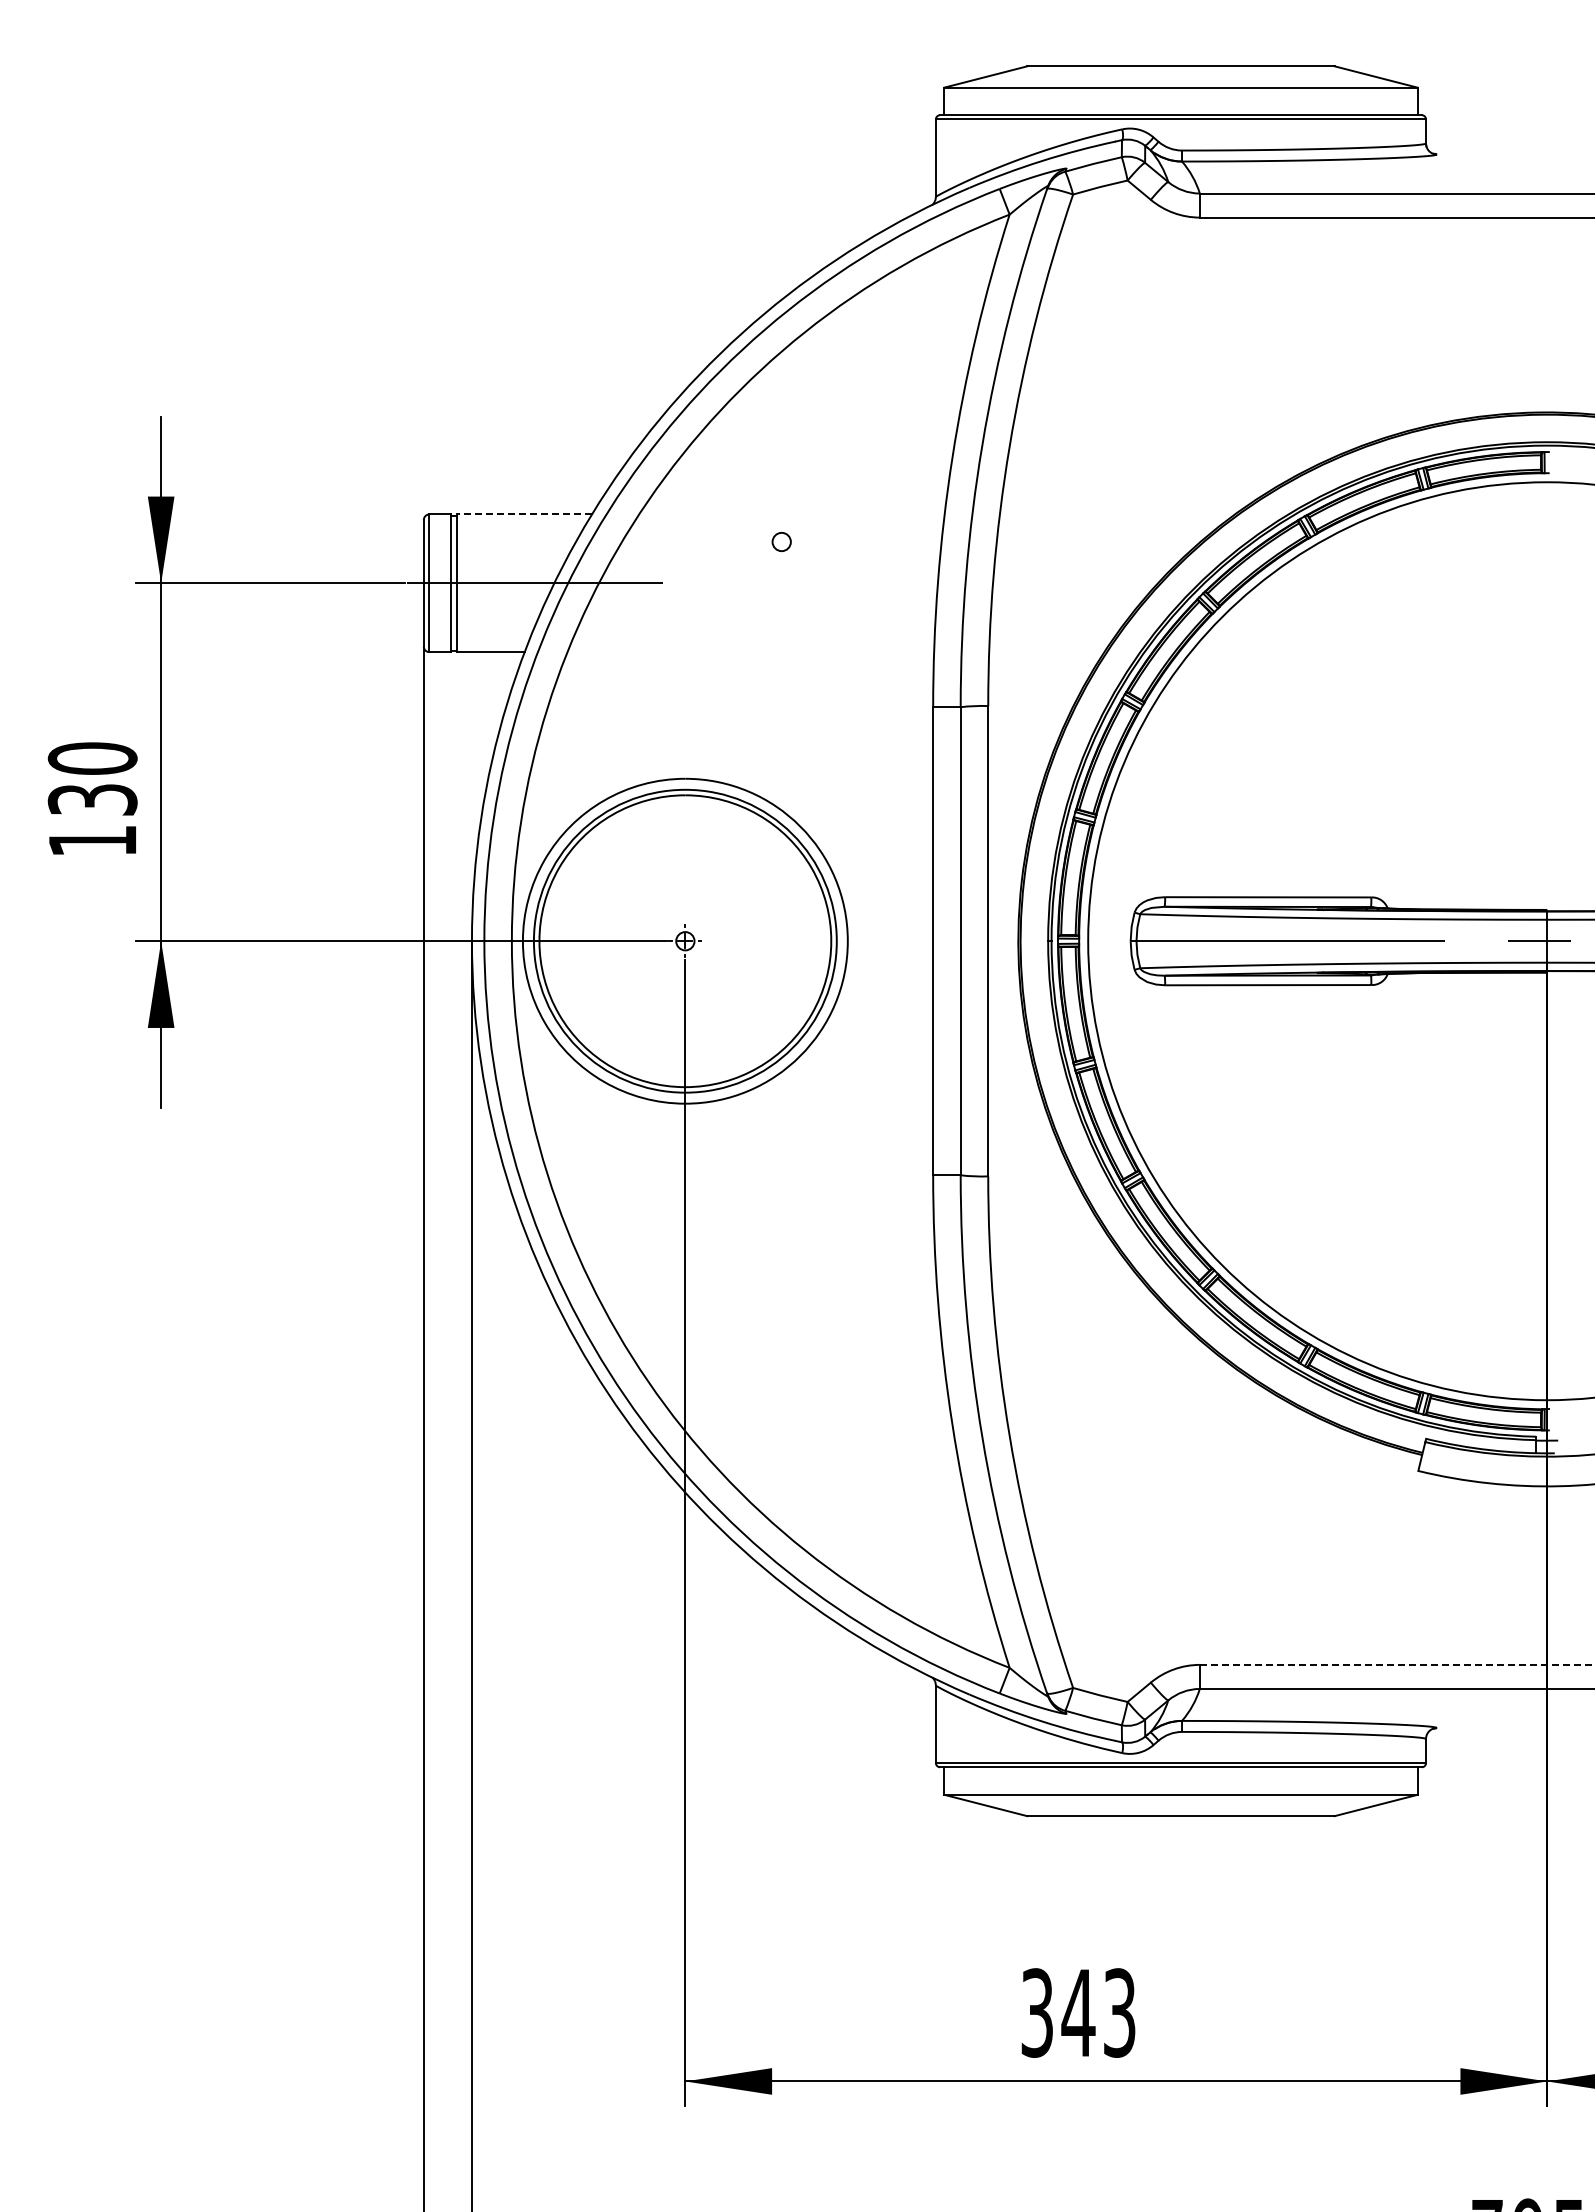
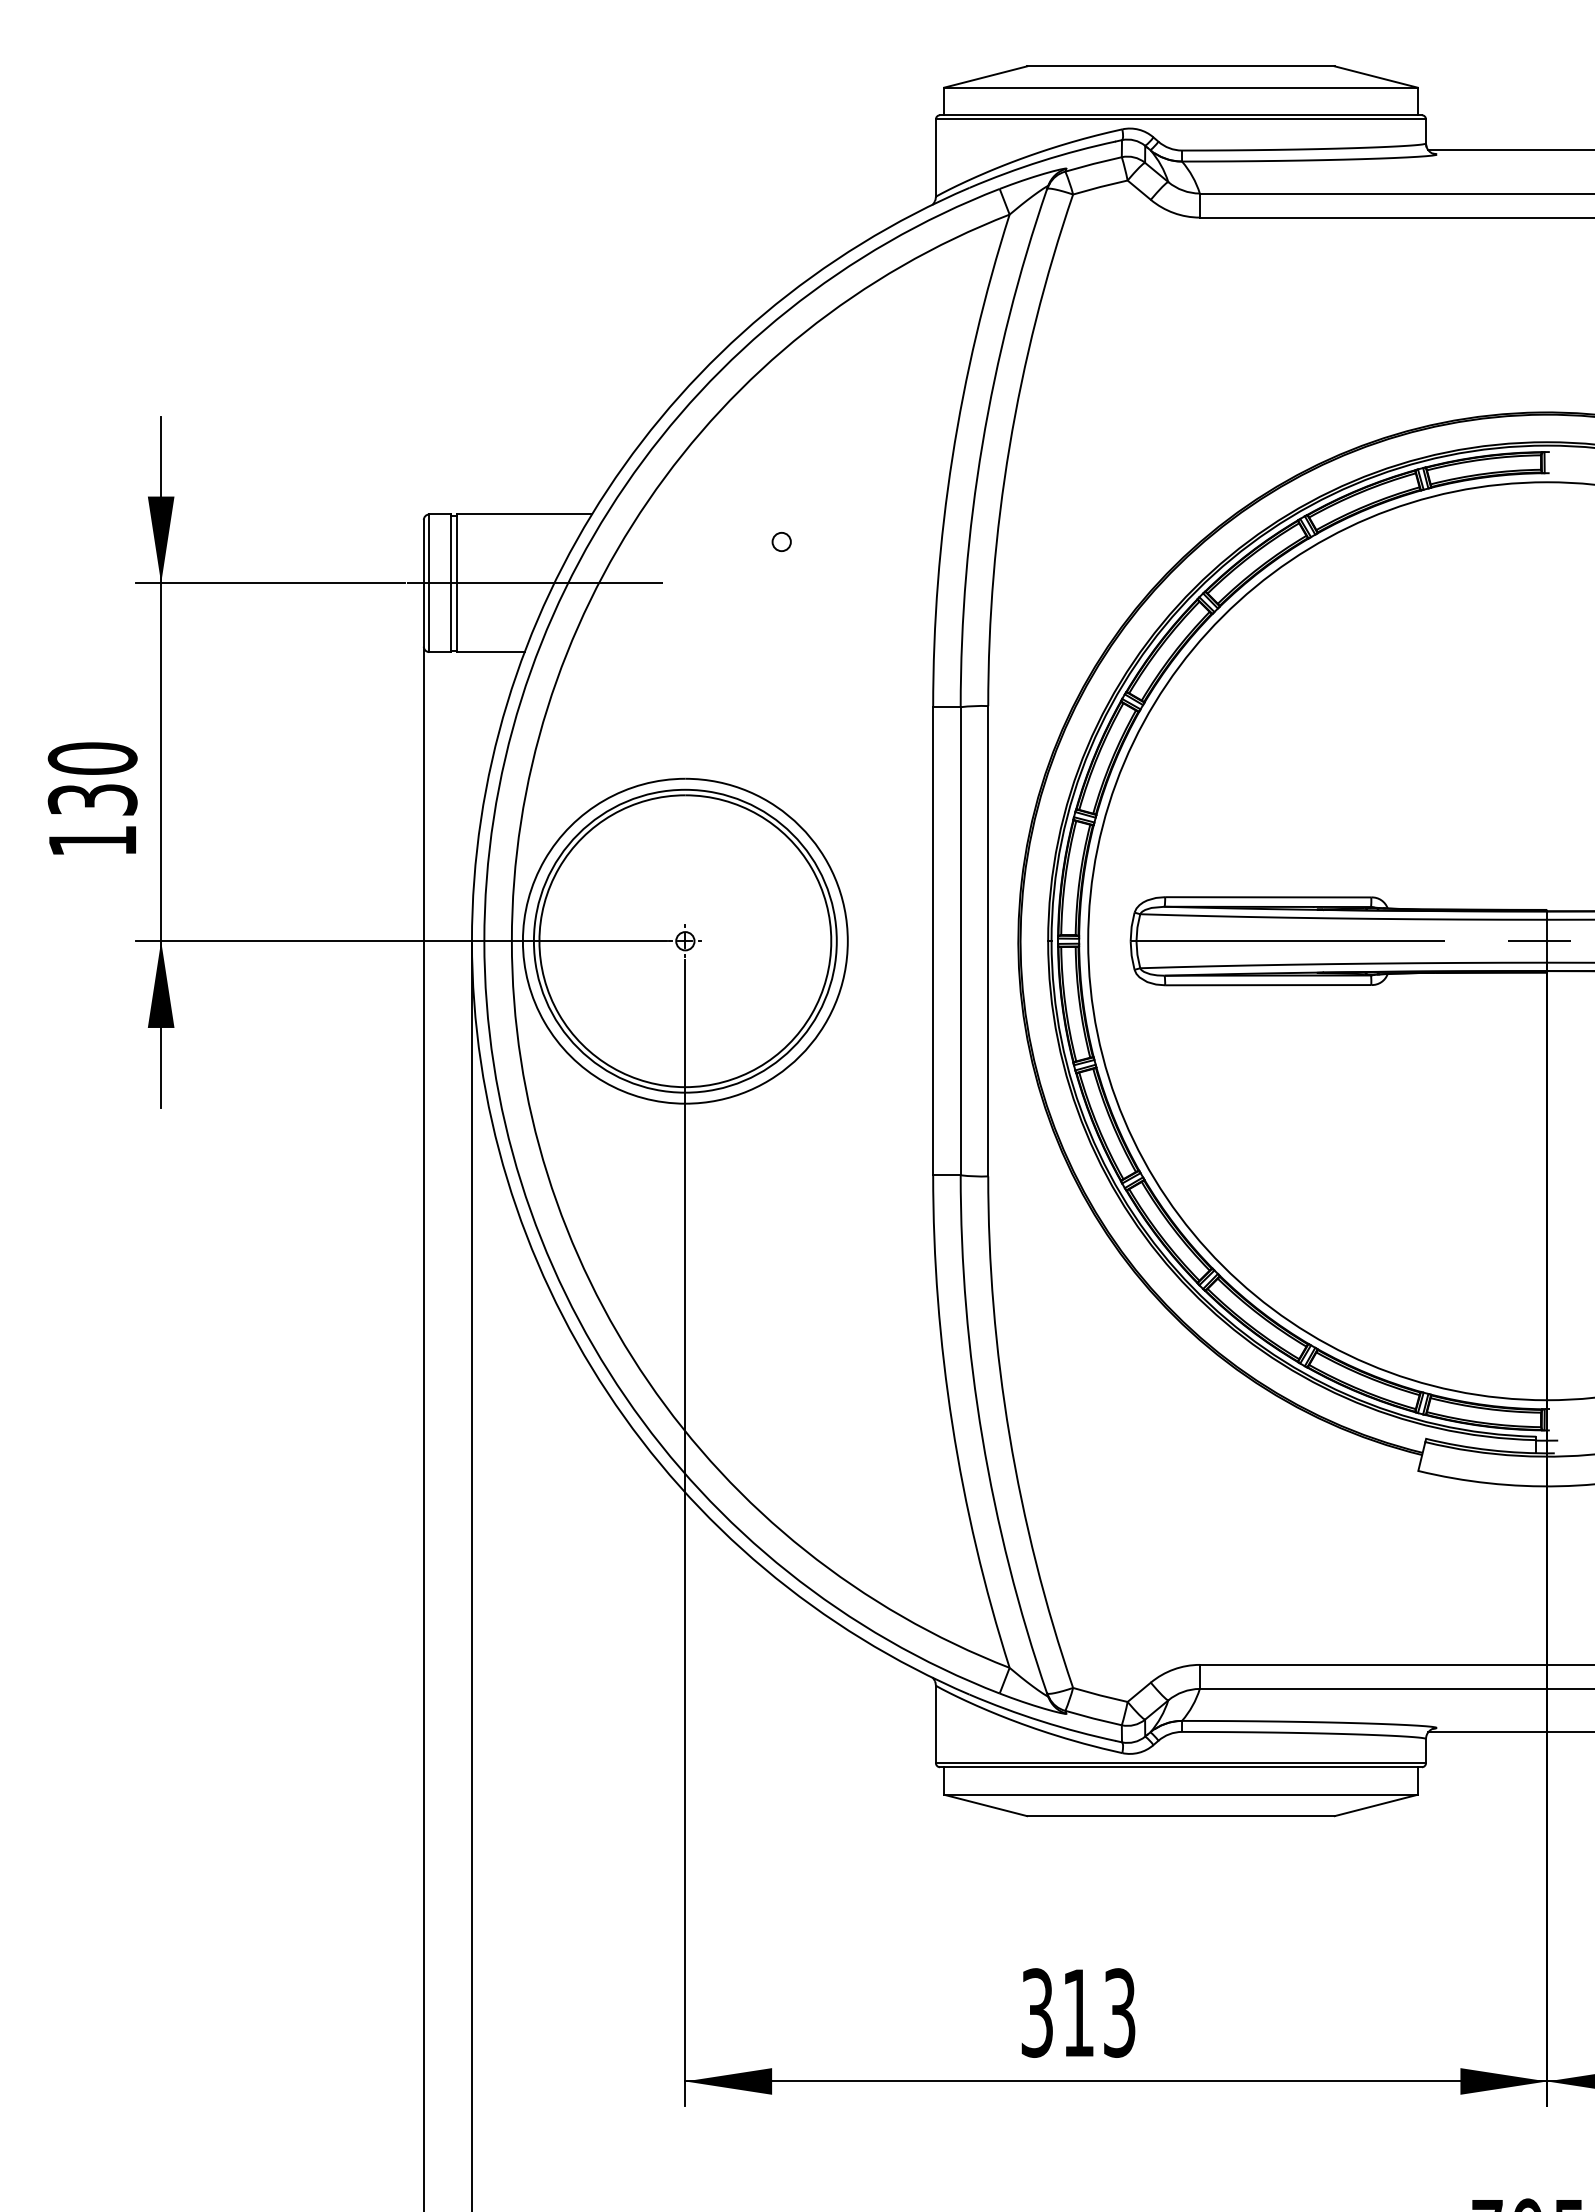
line at (1509, 150): none -> present
line at (524, 514): dashed -> solid
line at (1397, 1664): dashed -> solid
line at (1509, 1732): none -> present
text at (1078, 2012): 343 -> 313
